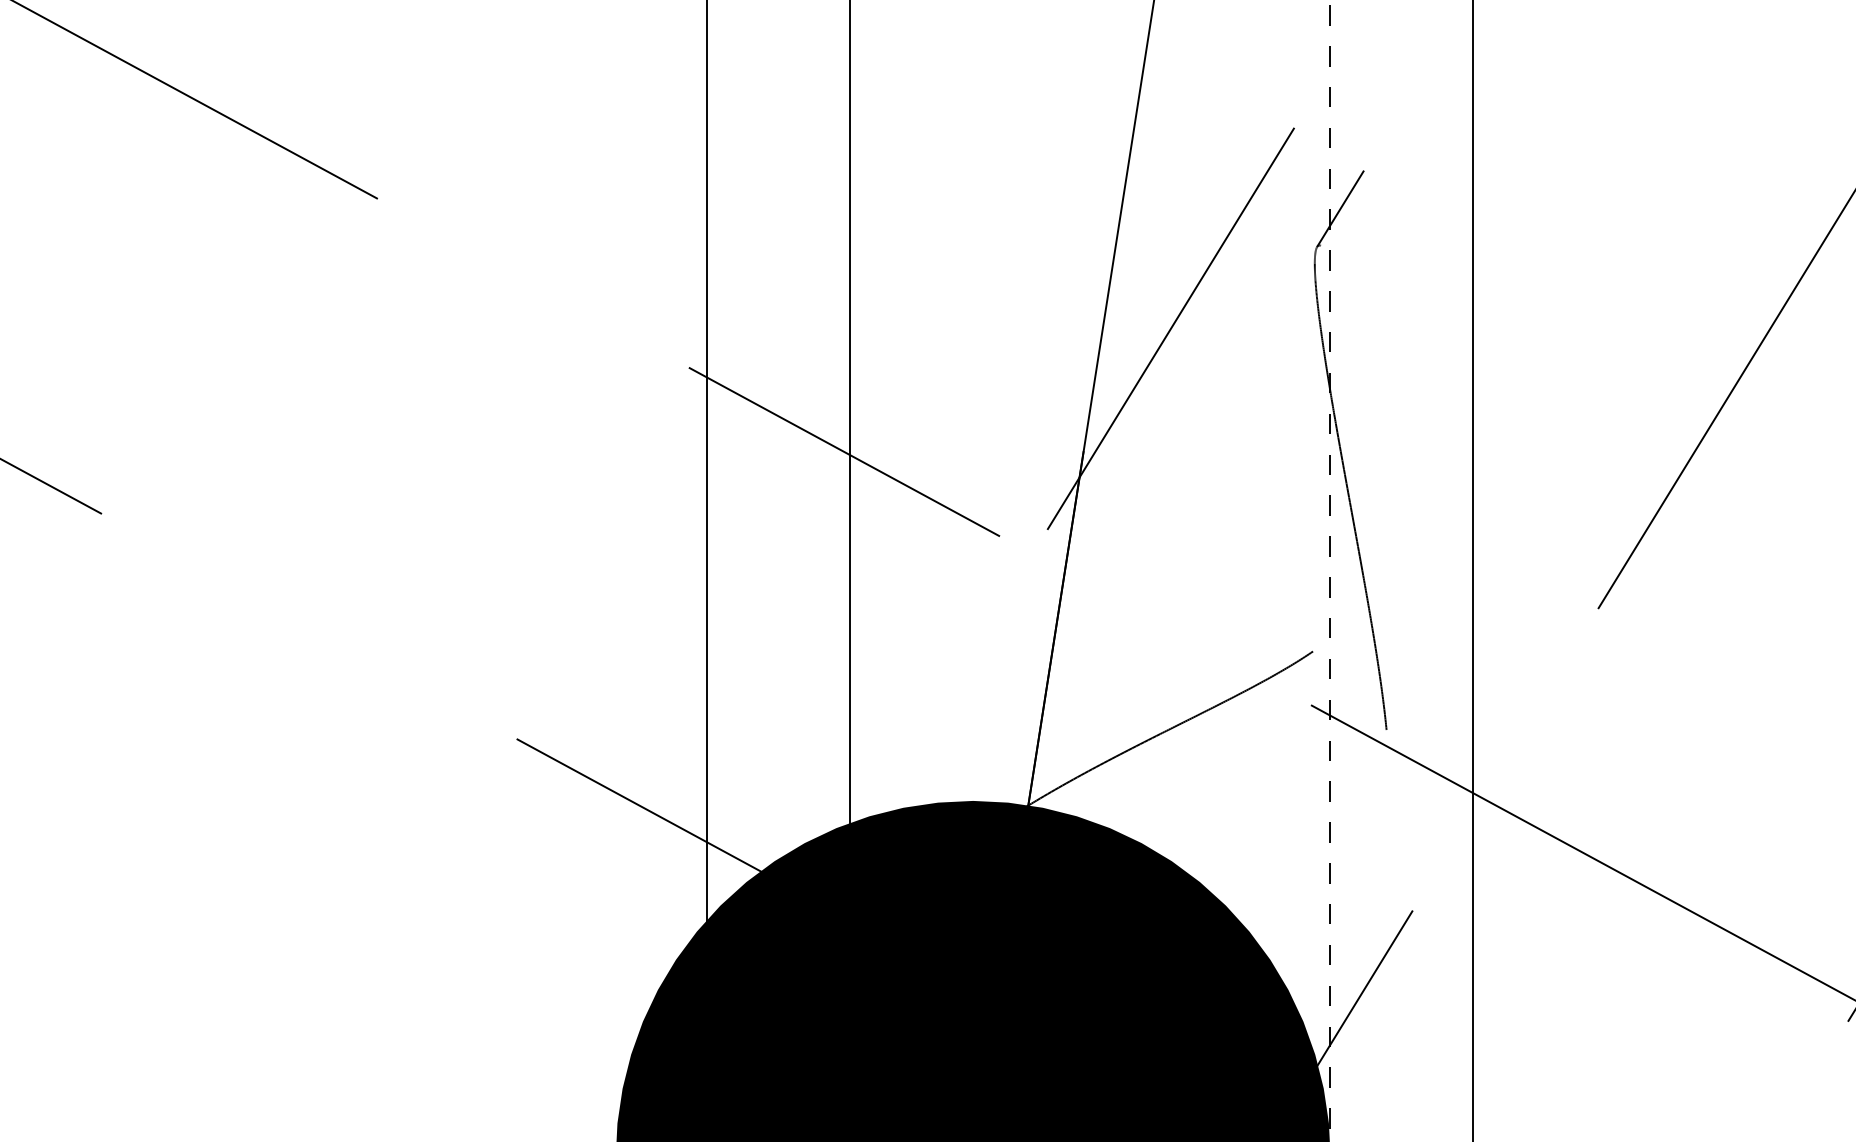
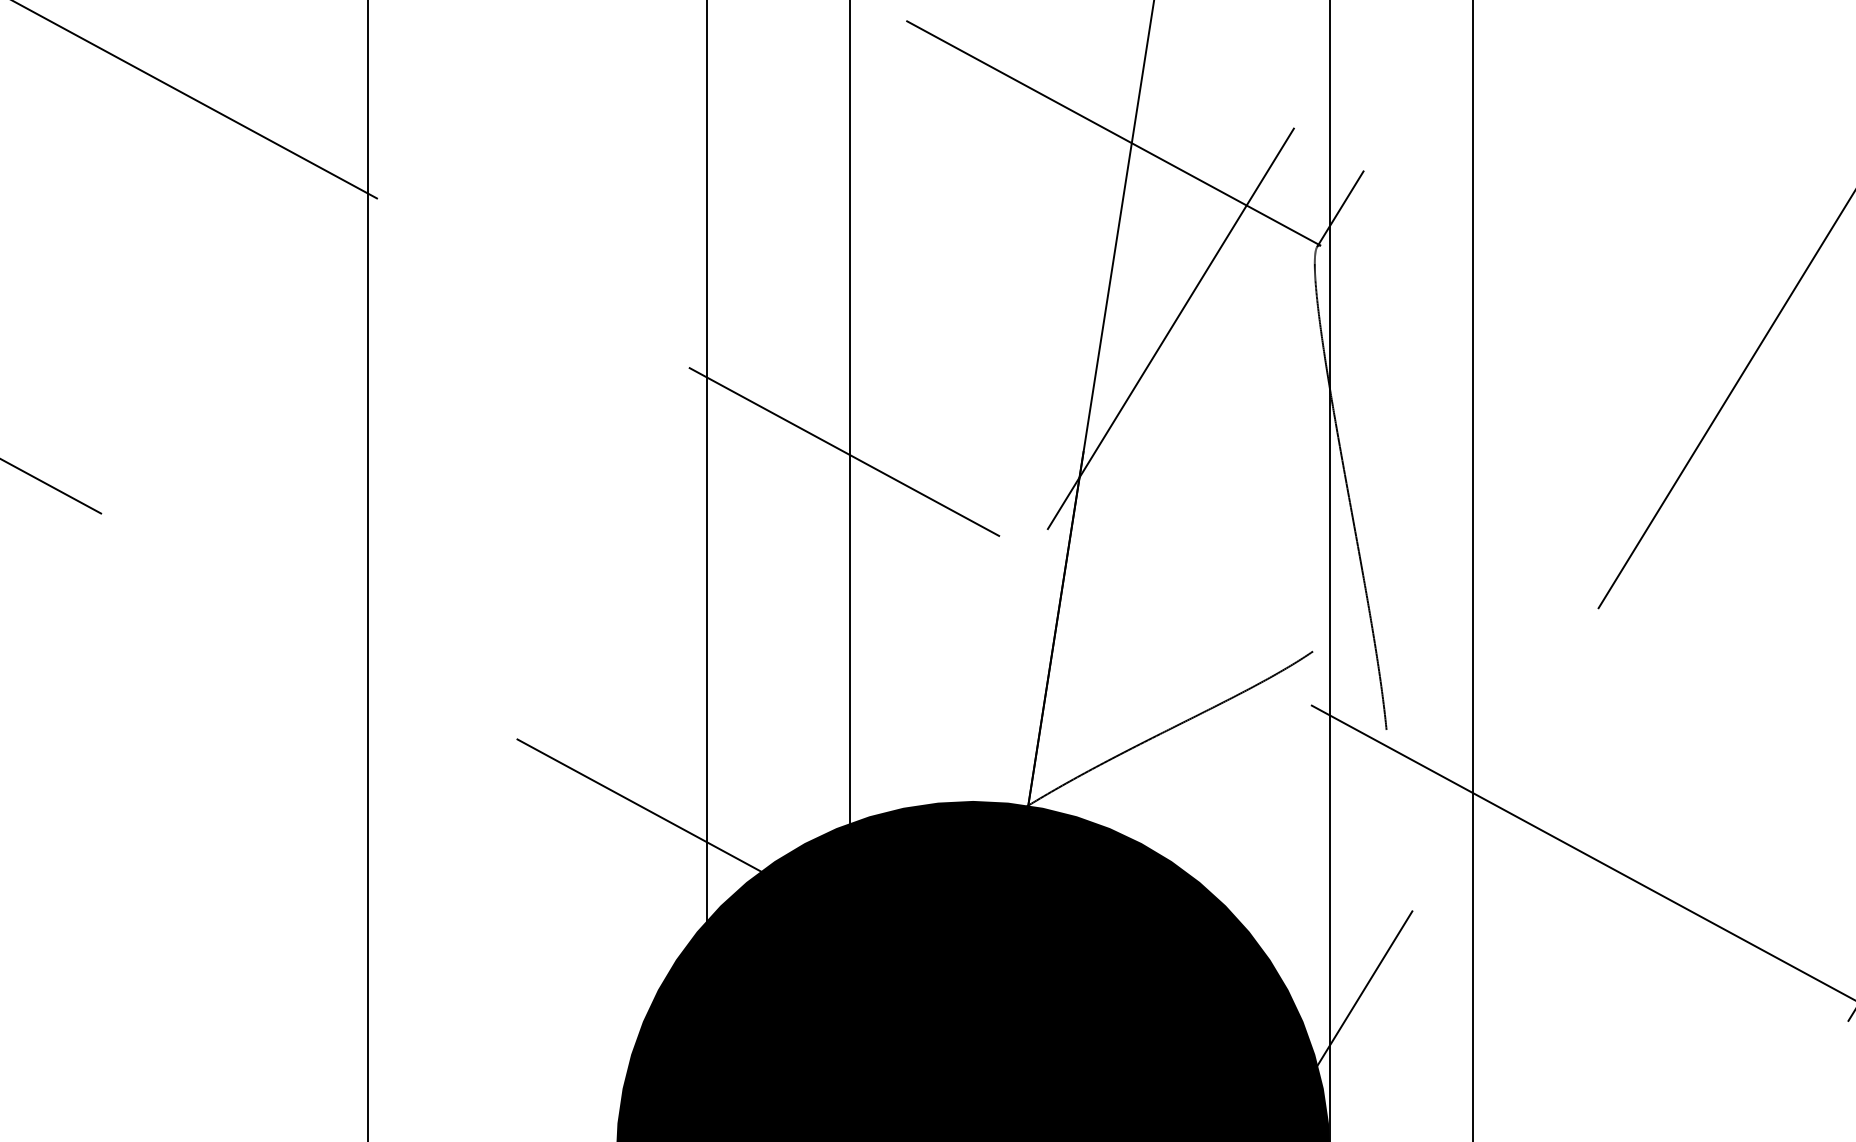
line at (1096, 123): none -> present
line at (367, 570): none -> present
line at (1329, 571): dashed -> solid
